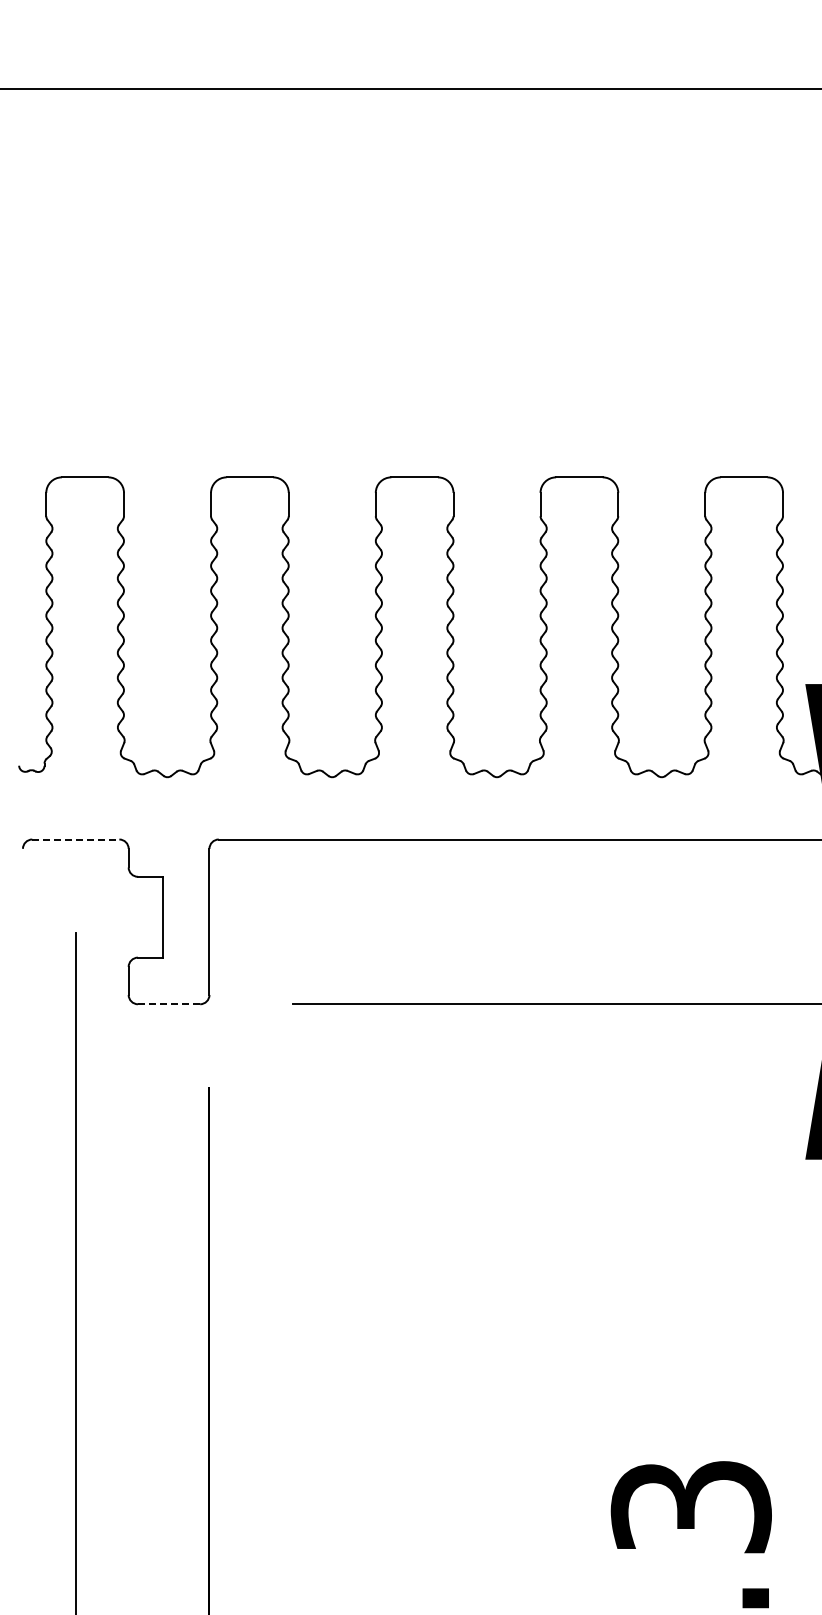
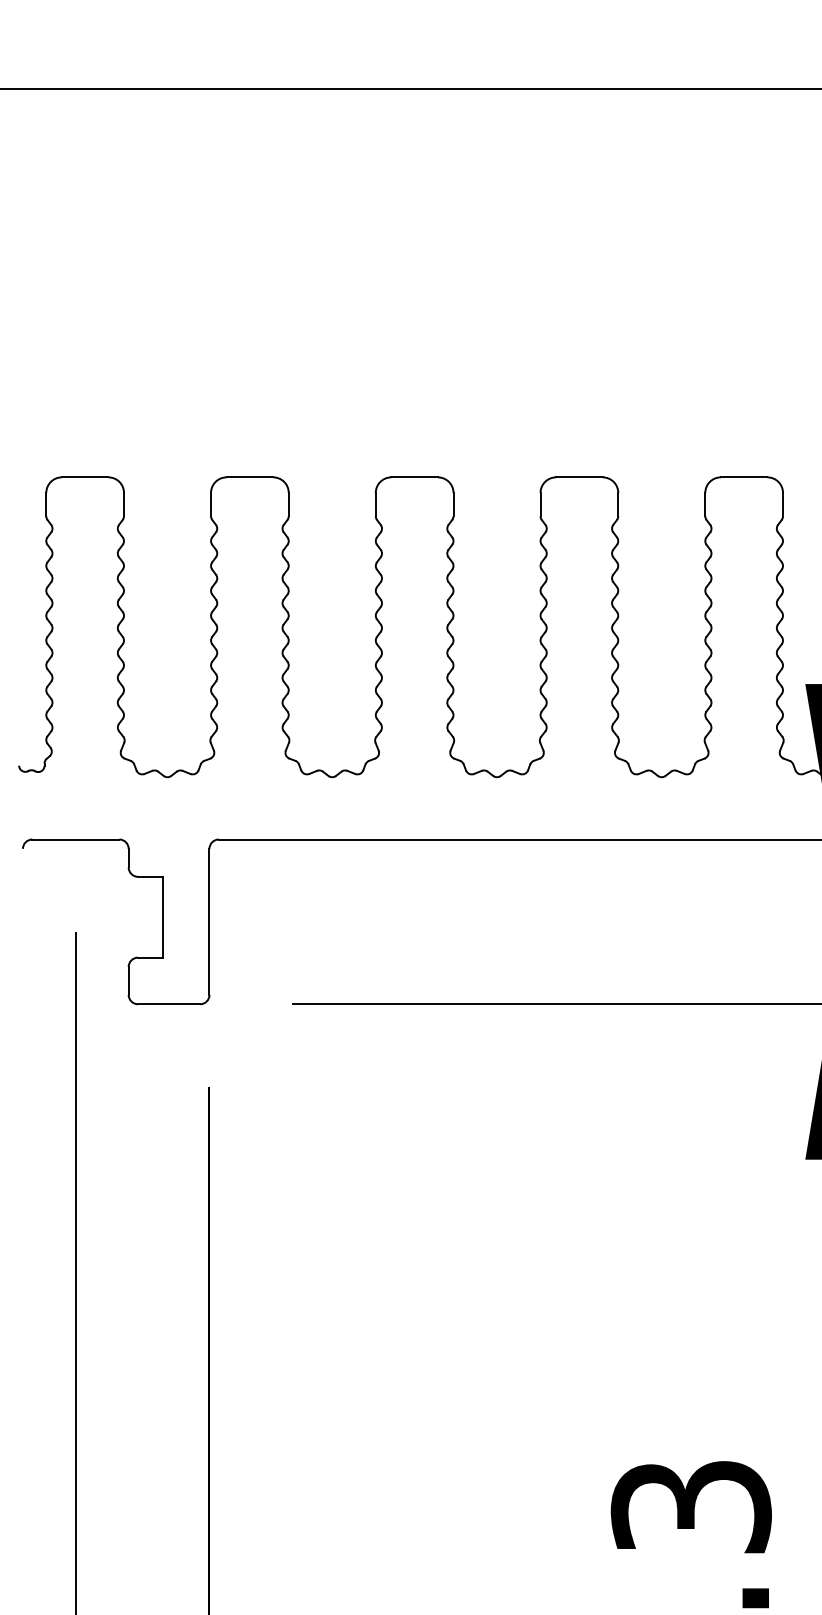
line at (75, 839): dashed -> solid
line at (169, 1004): dashed -> solid
